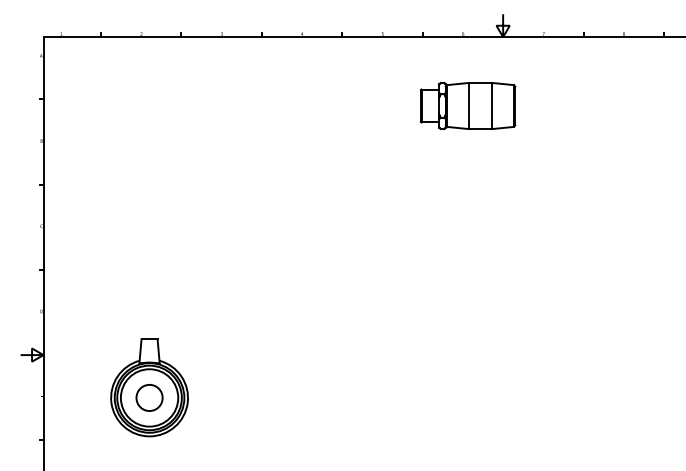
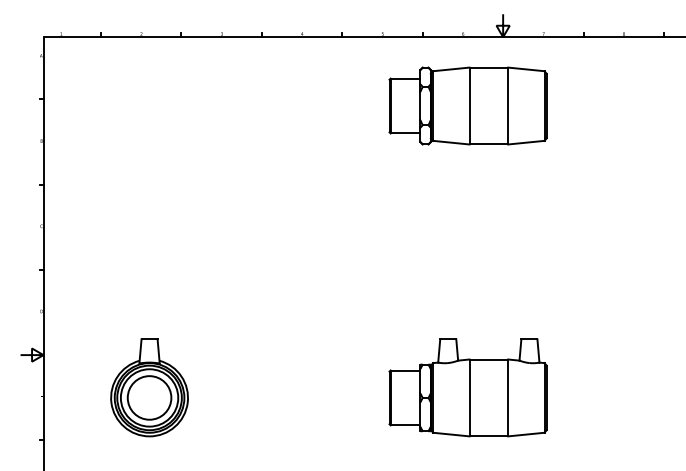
part at (467, 105) size: 98x50 px -> 160x80 px
part at (467, 387): none -> present
circle at (149, 397) diameter: 26 px -> 44 px
